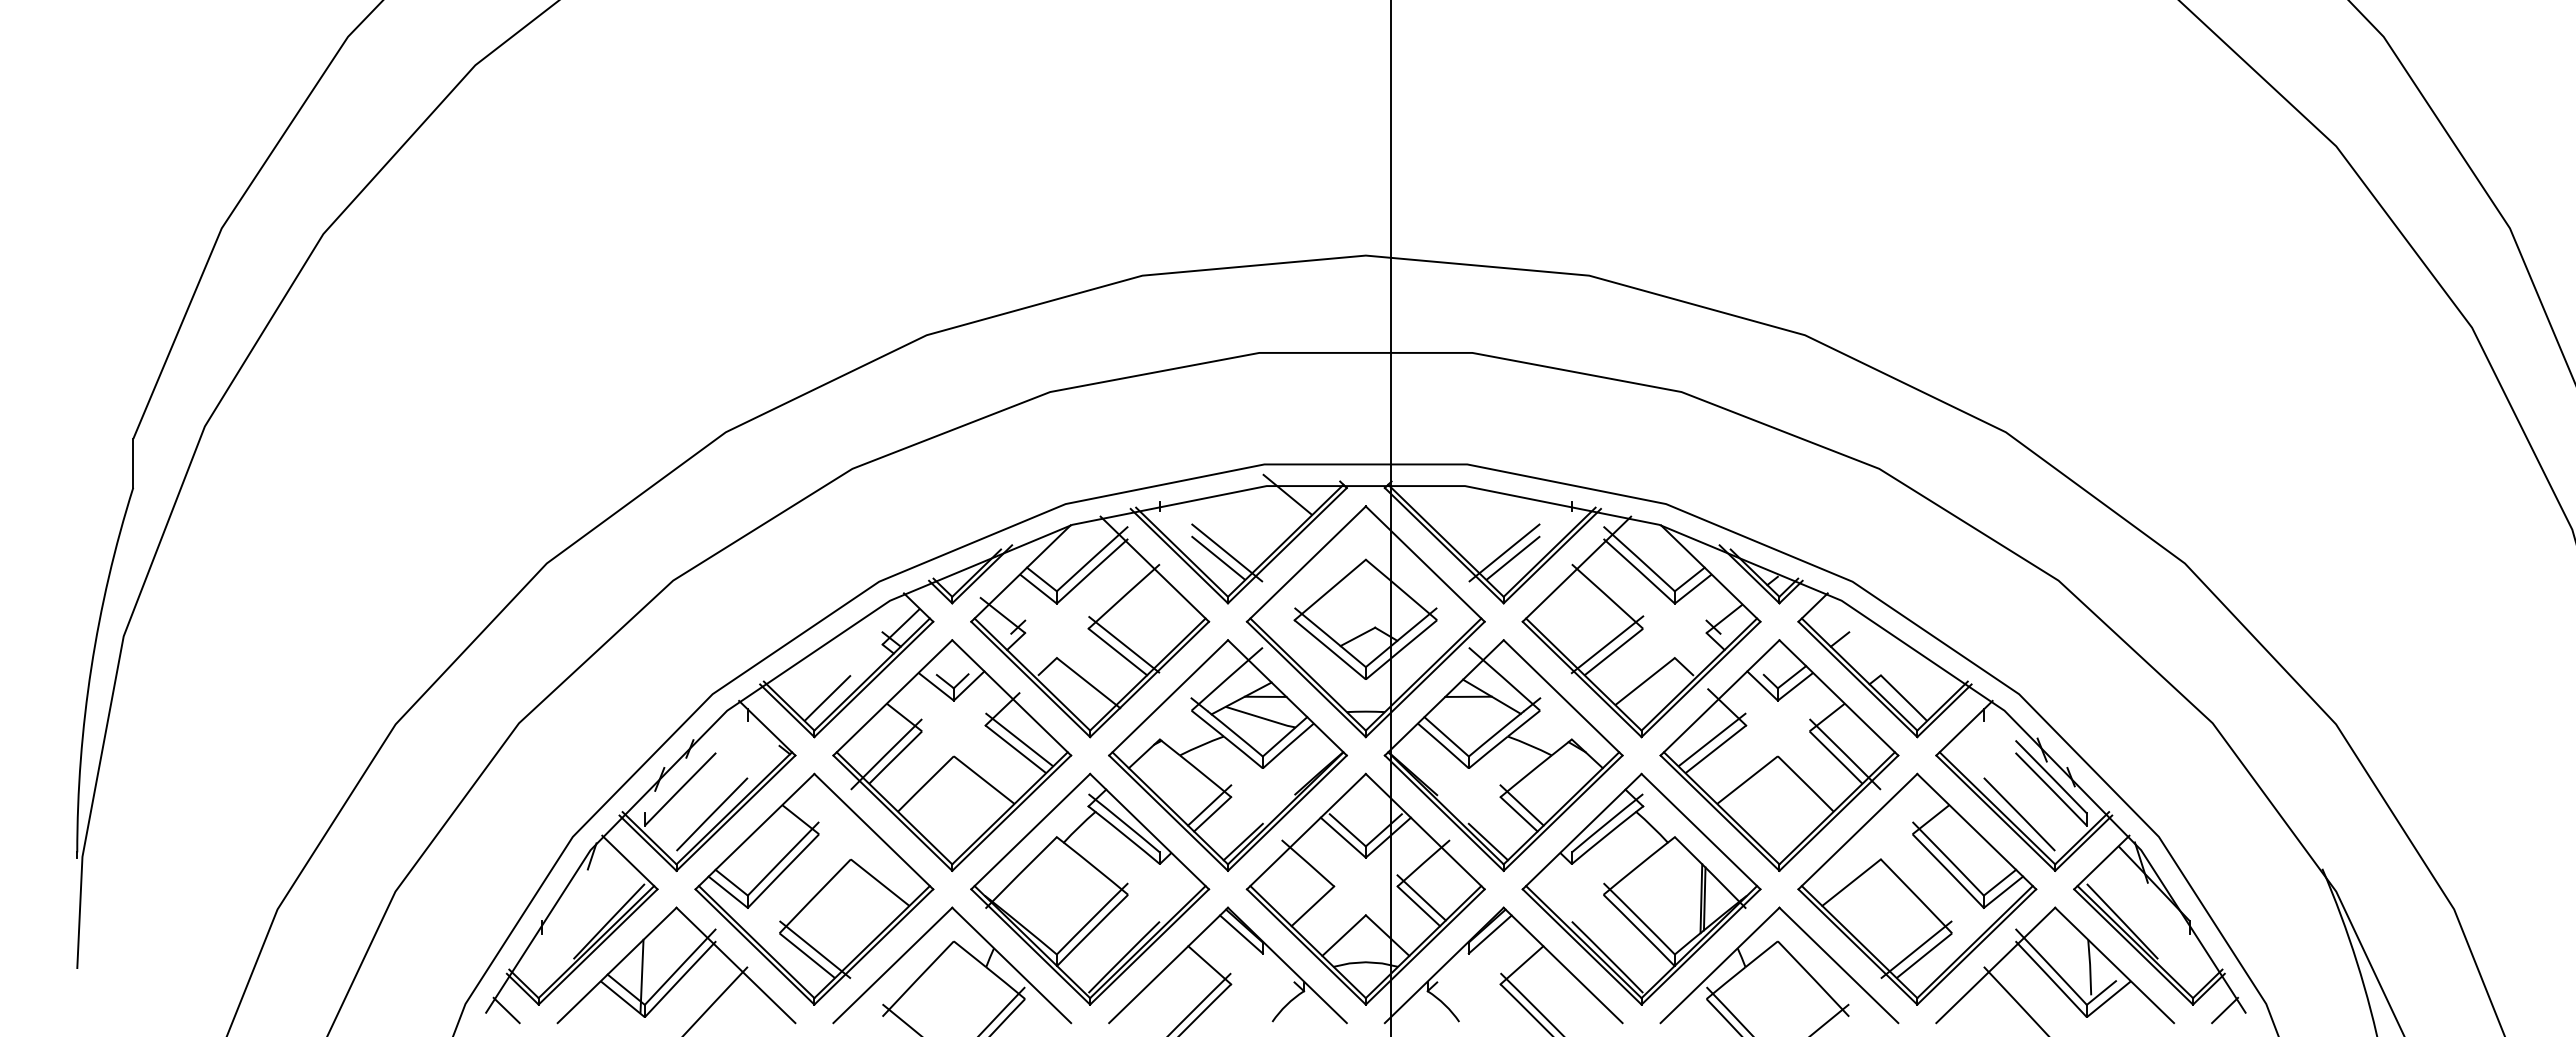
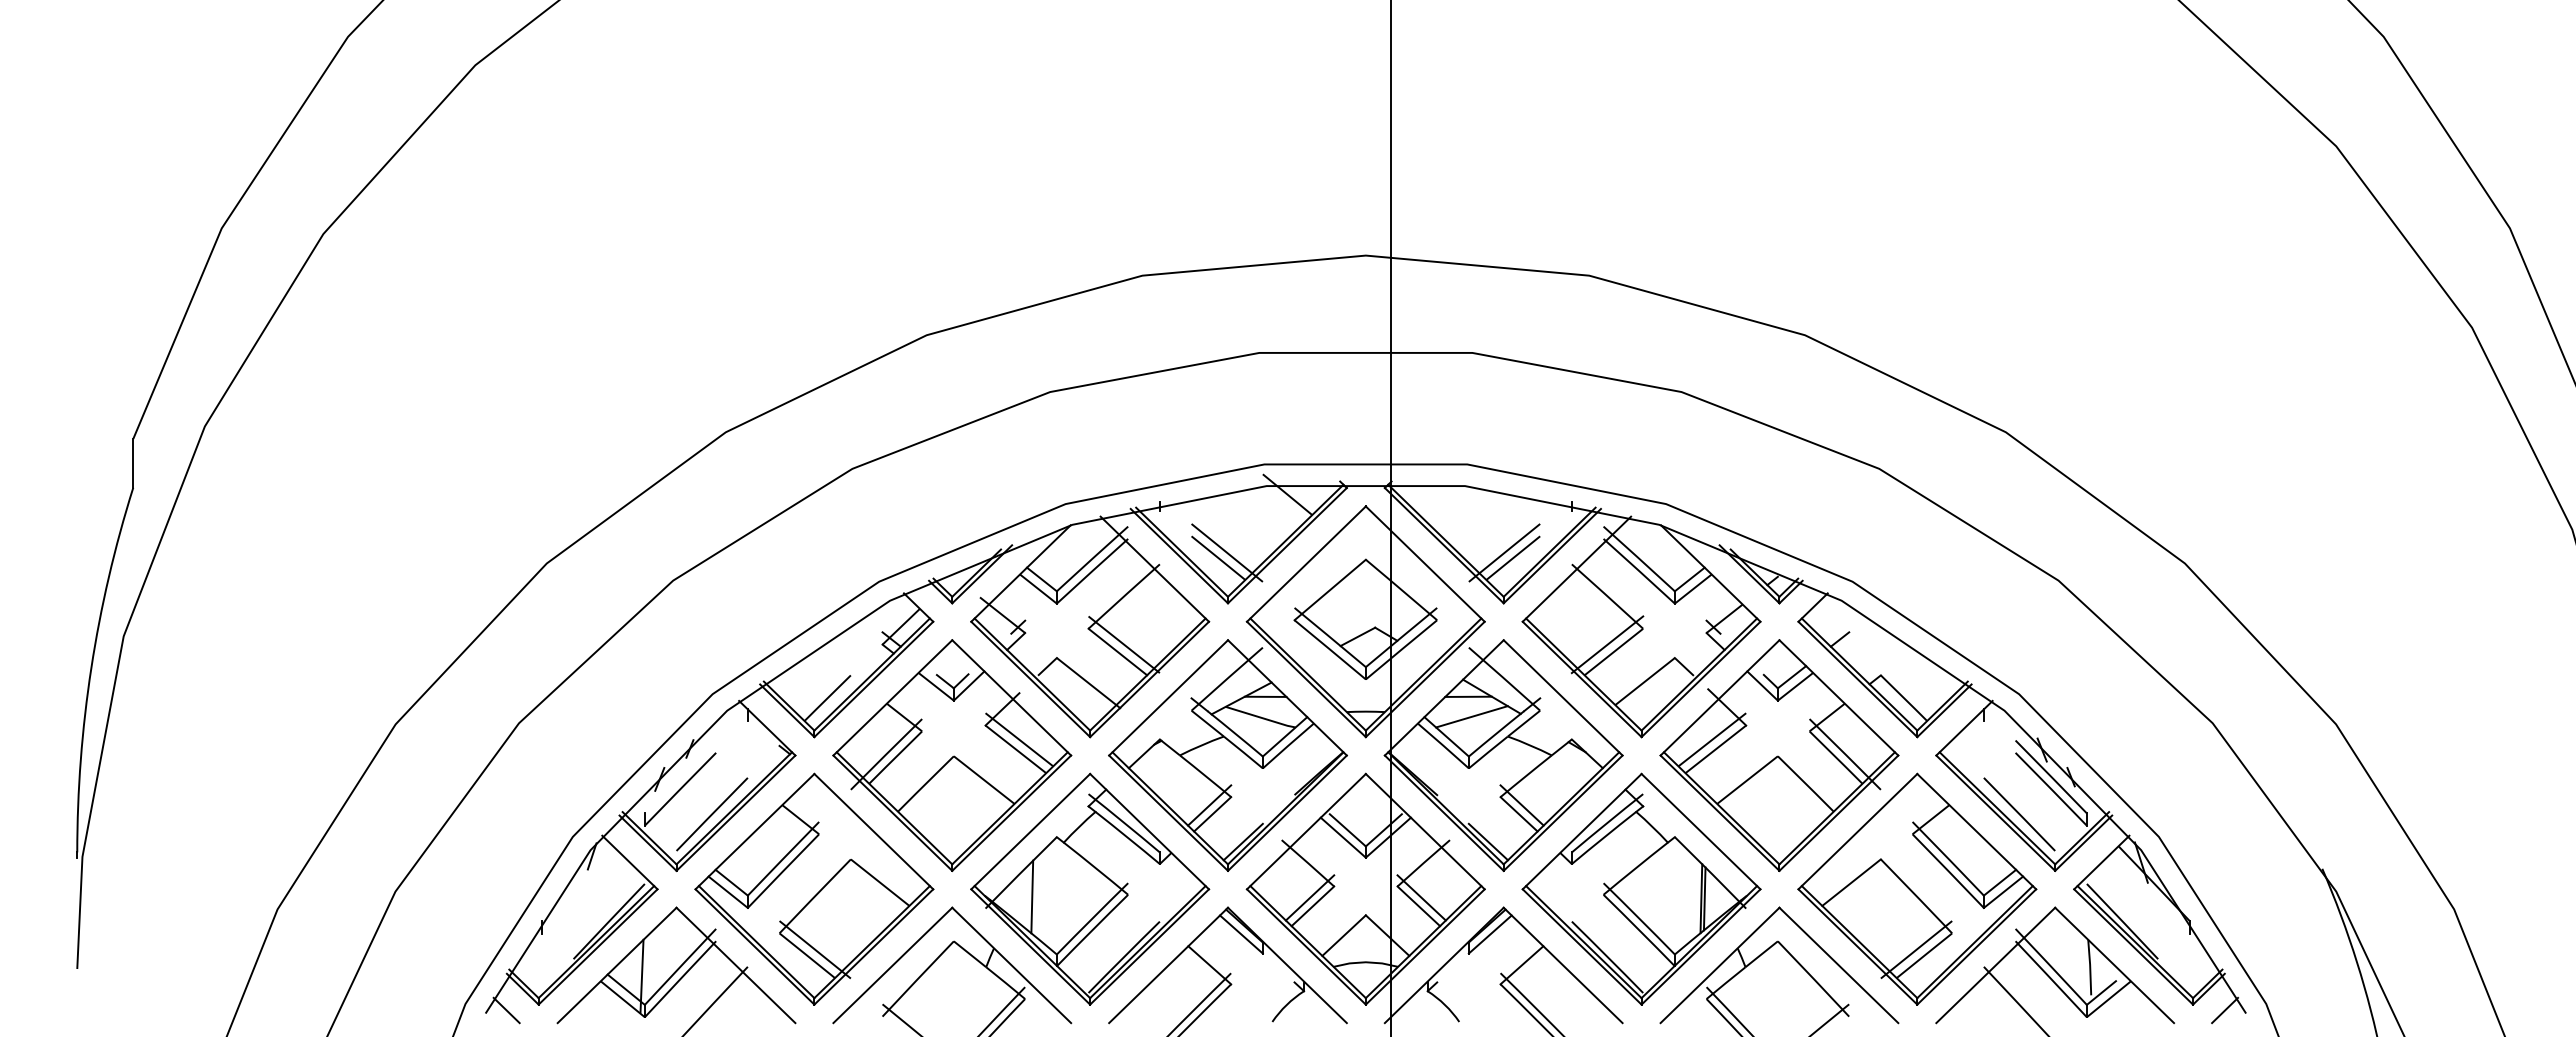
line at (1471, 716): none -> present
line at (1032, 896): none -> present
line at (1309, 897): none -> present
